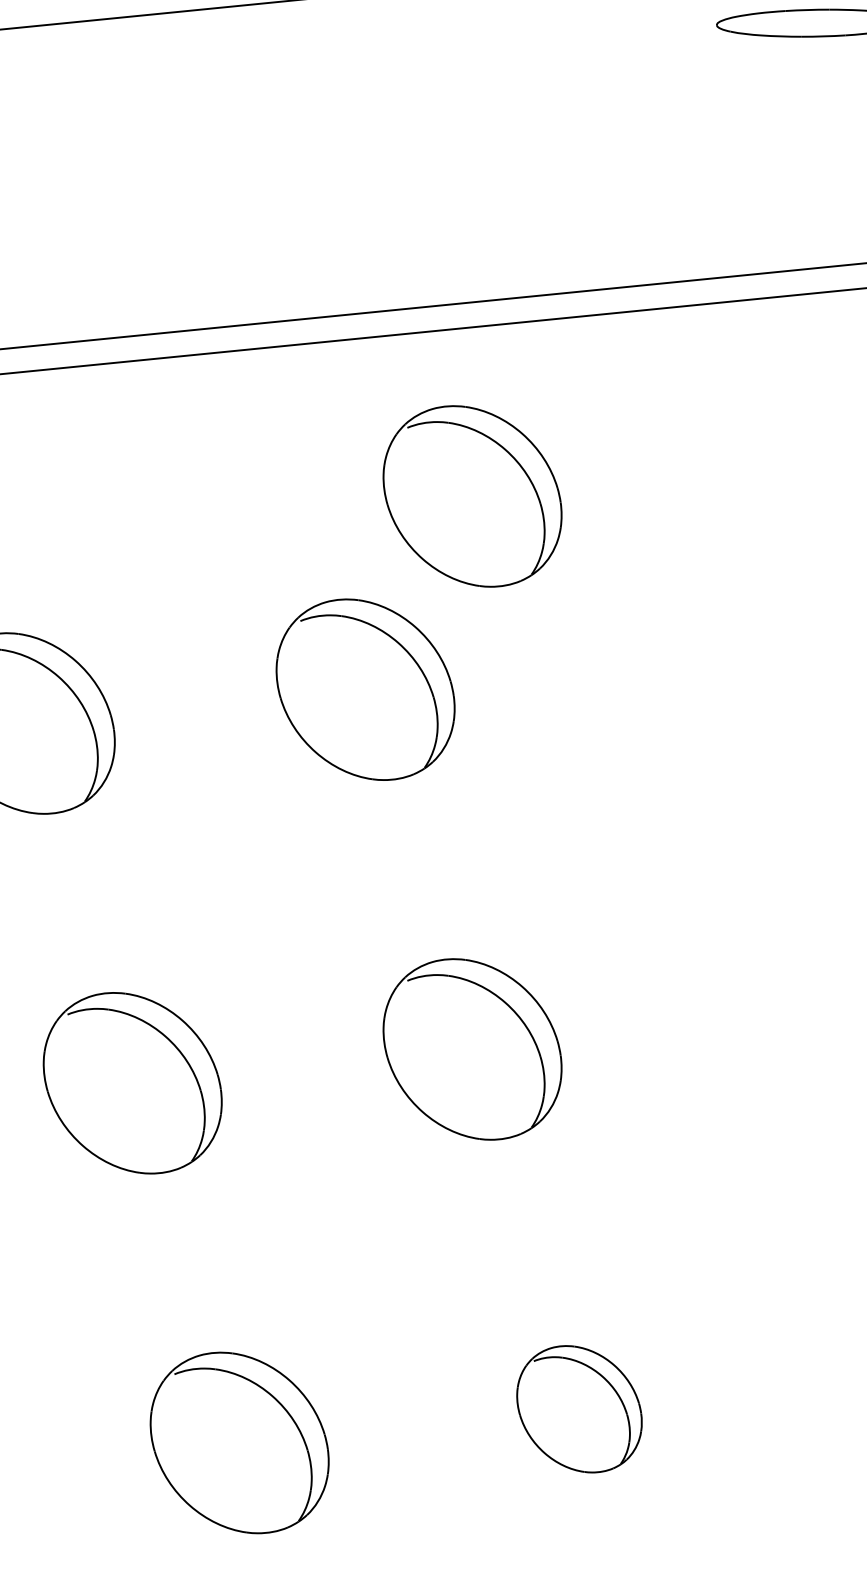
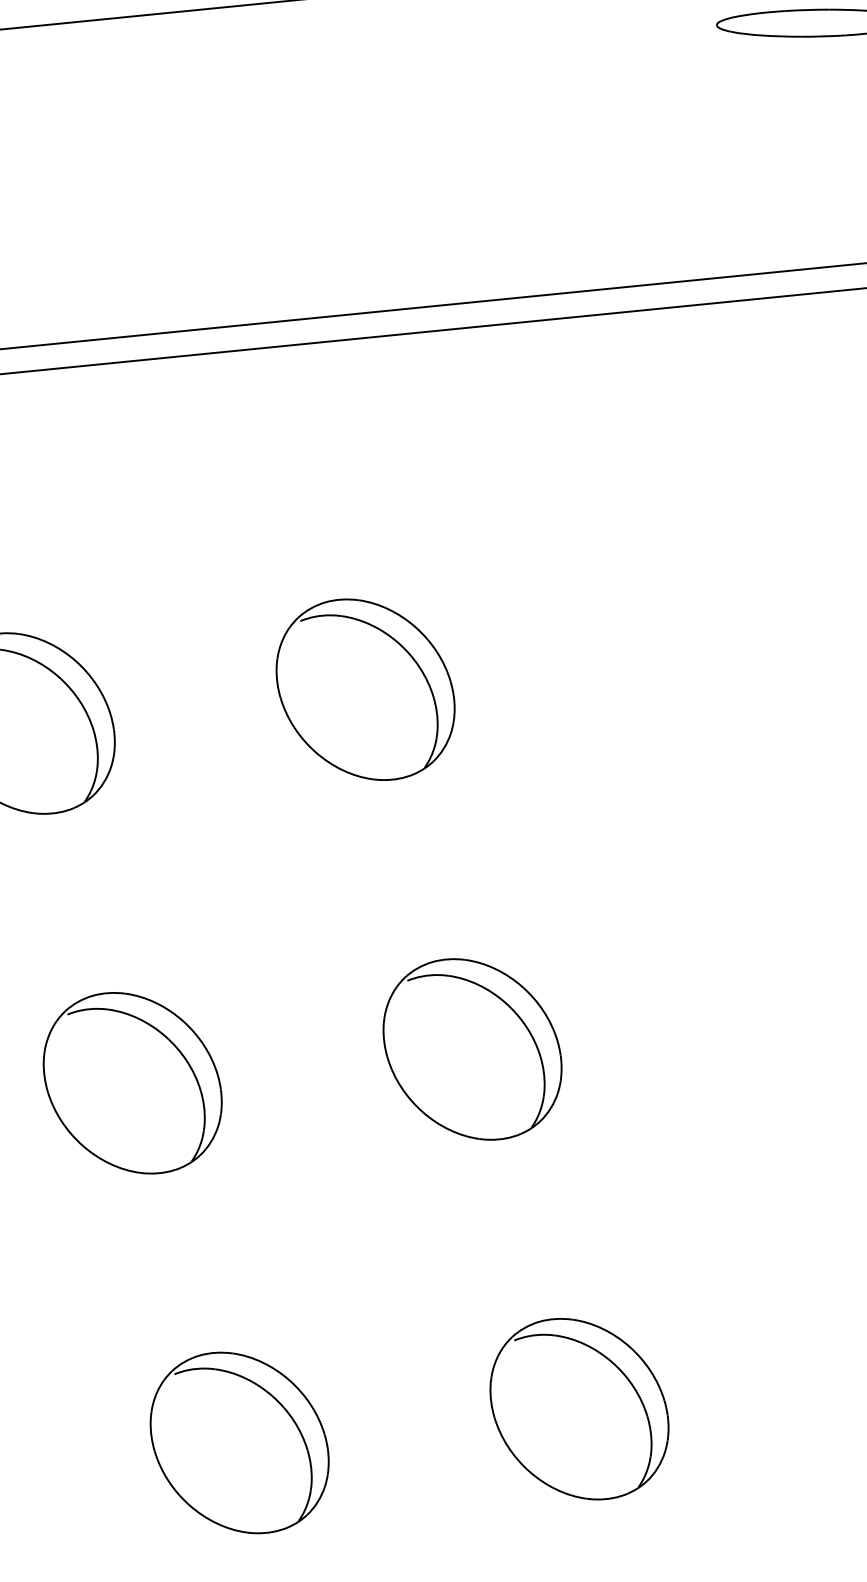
part at (472, 496): present -> none
part at (579, 1409) size: 127x129 px -> 181x183 px
